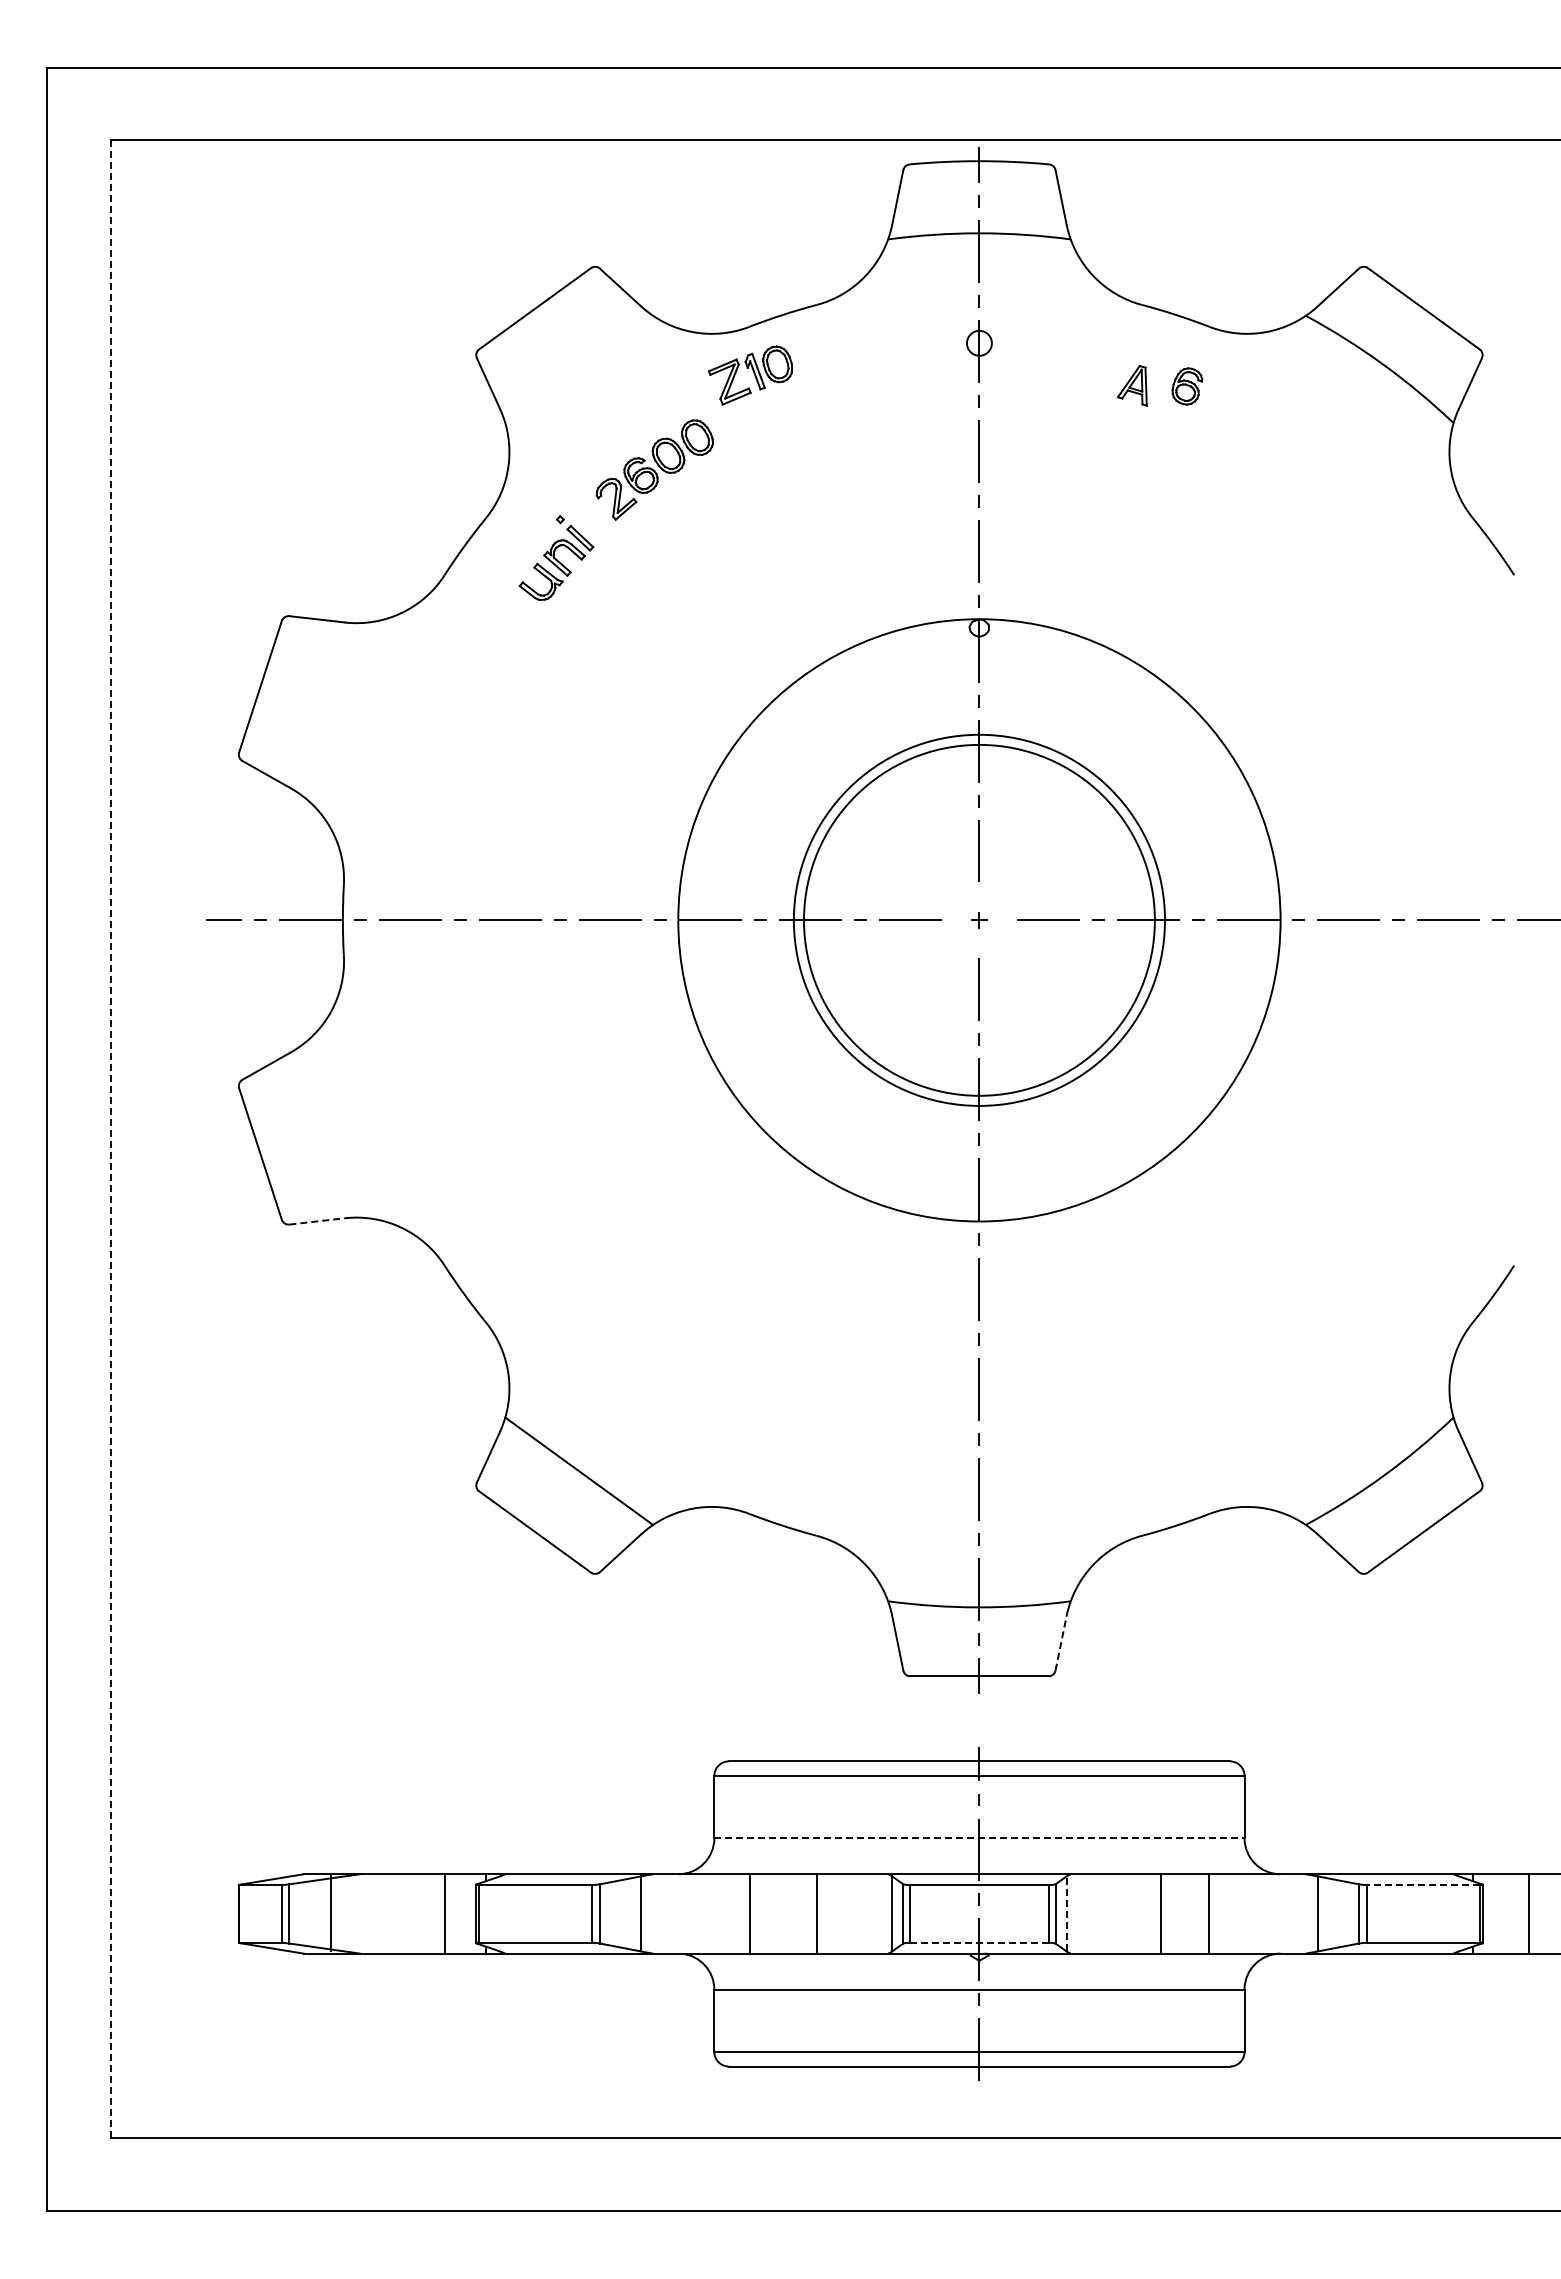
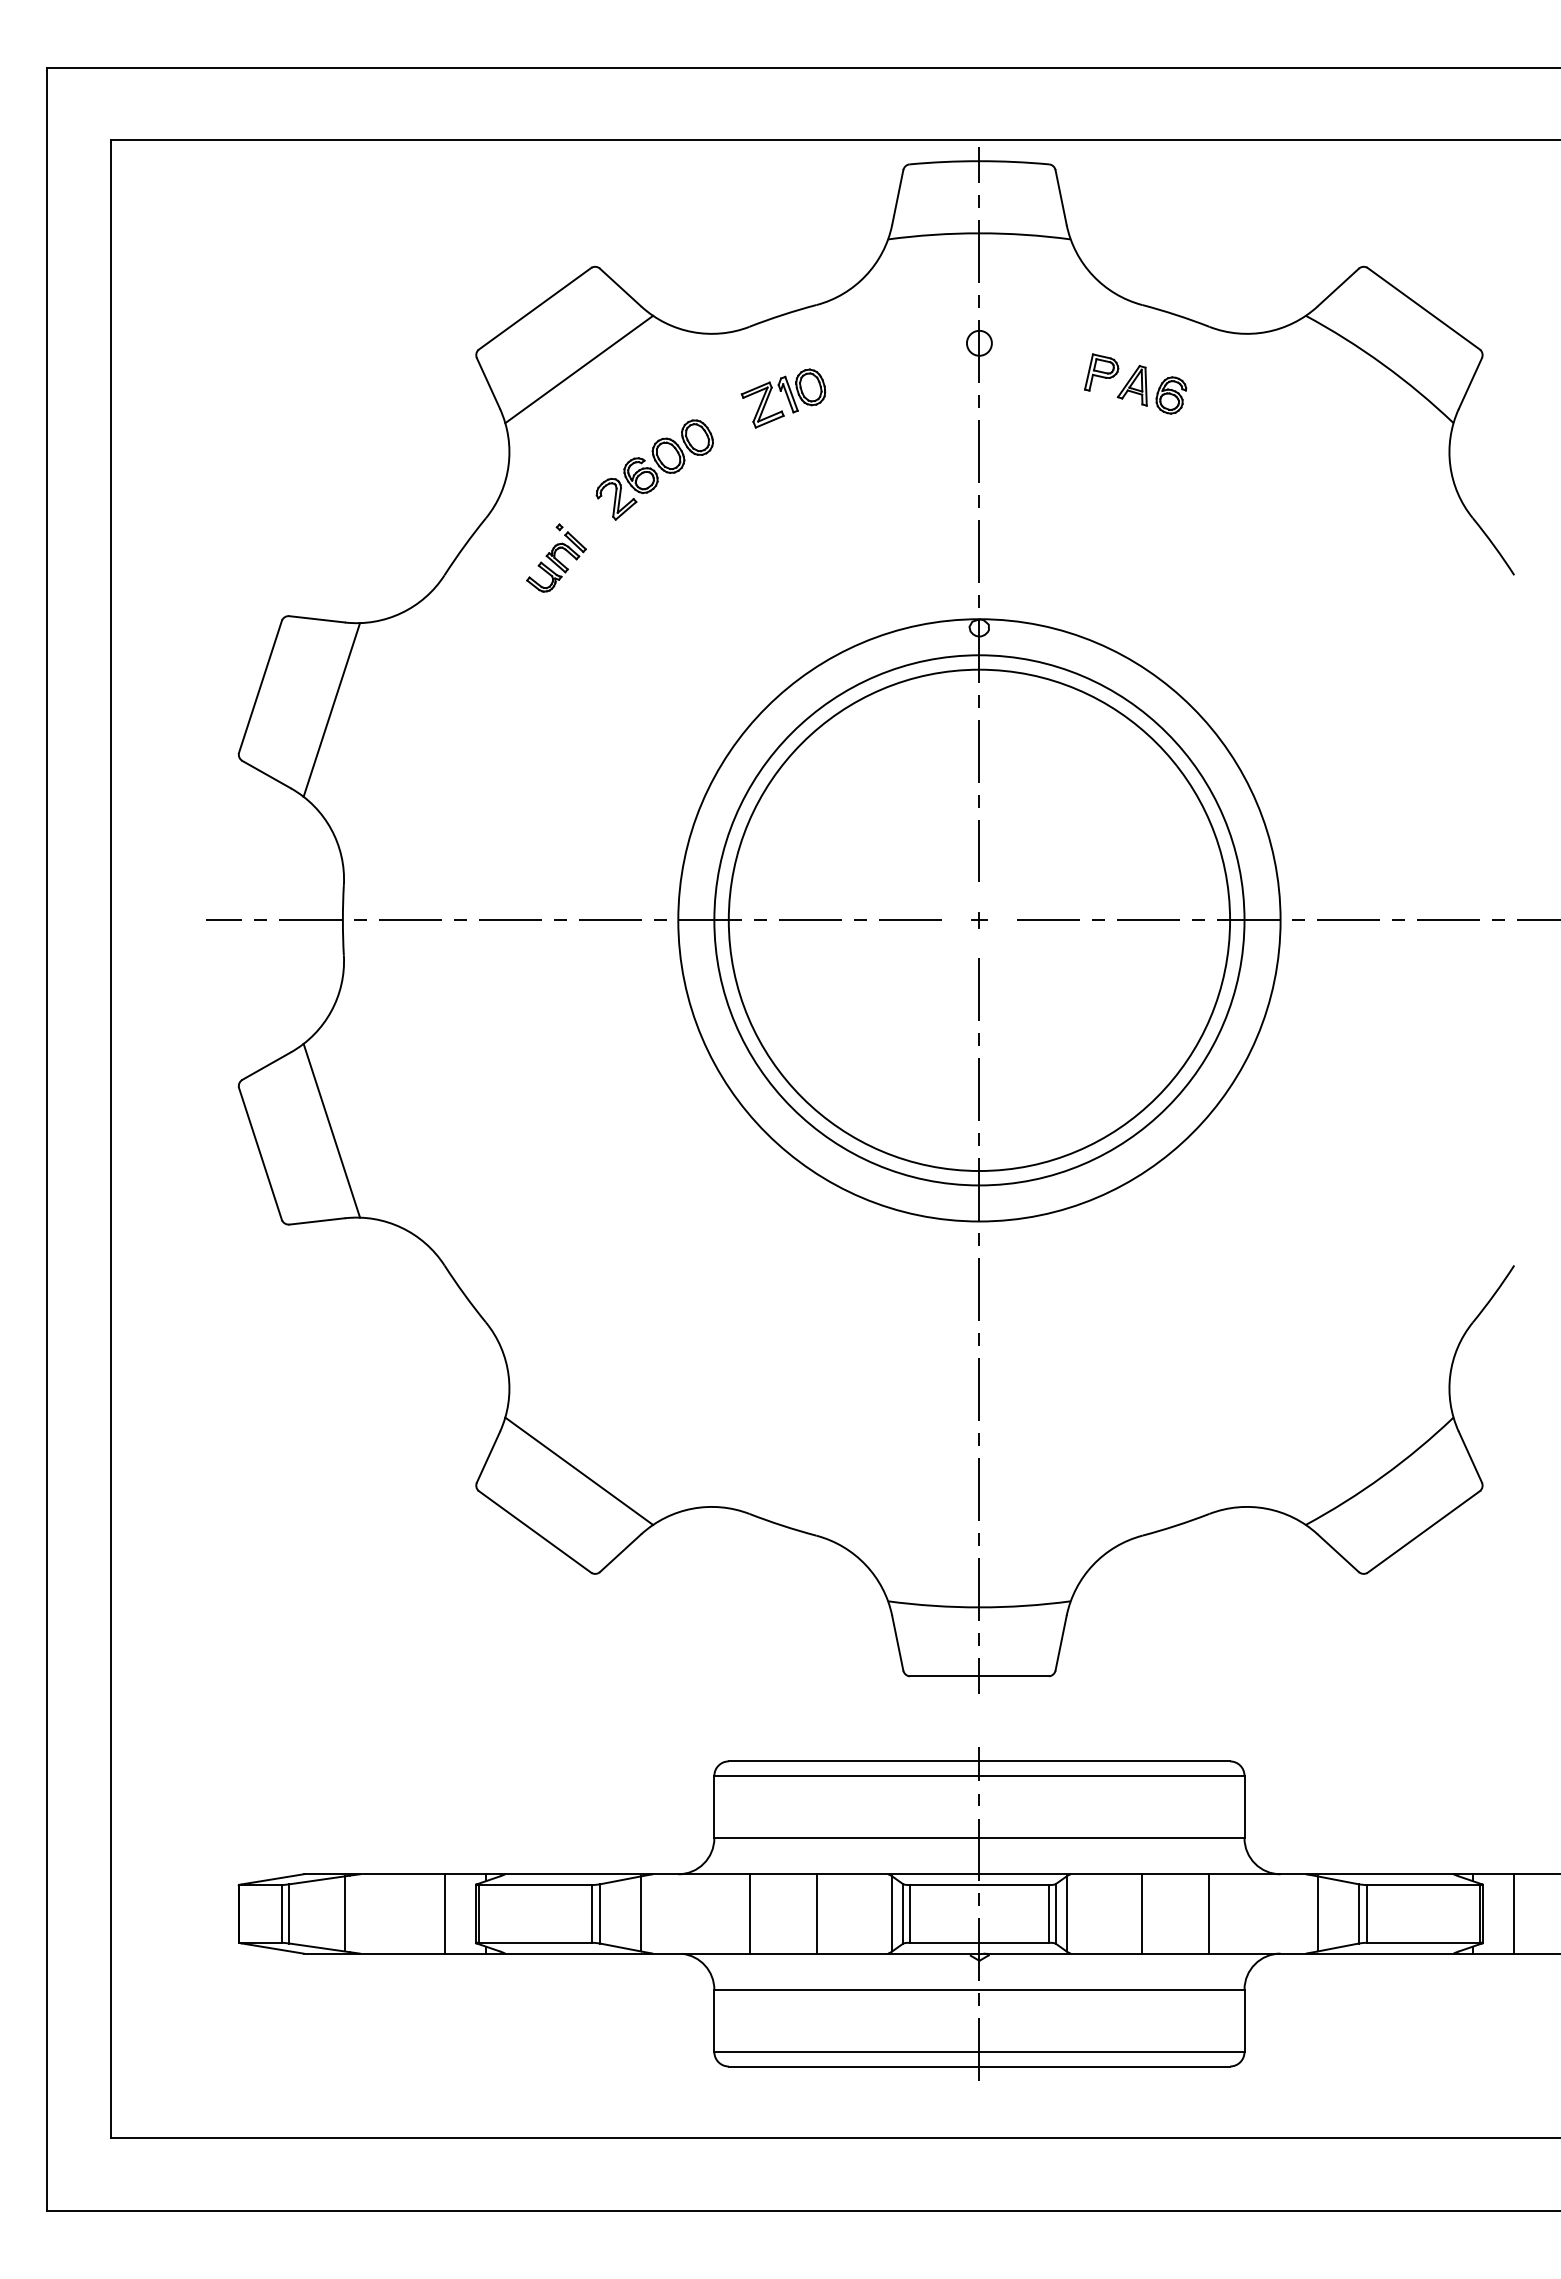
line at (579, 369): none -> present
part at (1101, 372): none -> present
part at (750, 375) position: (750, 375) -> (783, 398)
part at (1187, 386) position: (1187, 386) -> (1171, 395)
part at (556, 557) size: 77x86 px -> 61x70 px
line at (331, 709): none -> present
circle at (978, 919) diameter: 351 px -> 501 px
circle at (979, 919) diameter: 371 px -> 530 px
line at (331, 1130): none -> present
line at (111, 1139): dashed -> solid
line at (317, 1221): dashed -> solid
line at (1061, 1643): dashed -> solid
line at (979, 1838): dashed -> solid
line at (1423, 1885): dashed -> solid
line at (330, 1913) position: (330, 1913) -> (344, 1913)
line at (1066, 1913): dashed -> solid
line at (1161, 1913) position: (1161, 1913) -> (1142, 1913)
line at (1529, 1913) position: (1529, 1913) -> (1514, 1913)
line at (979, 1942): dashed -> solid
